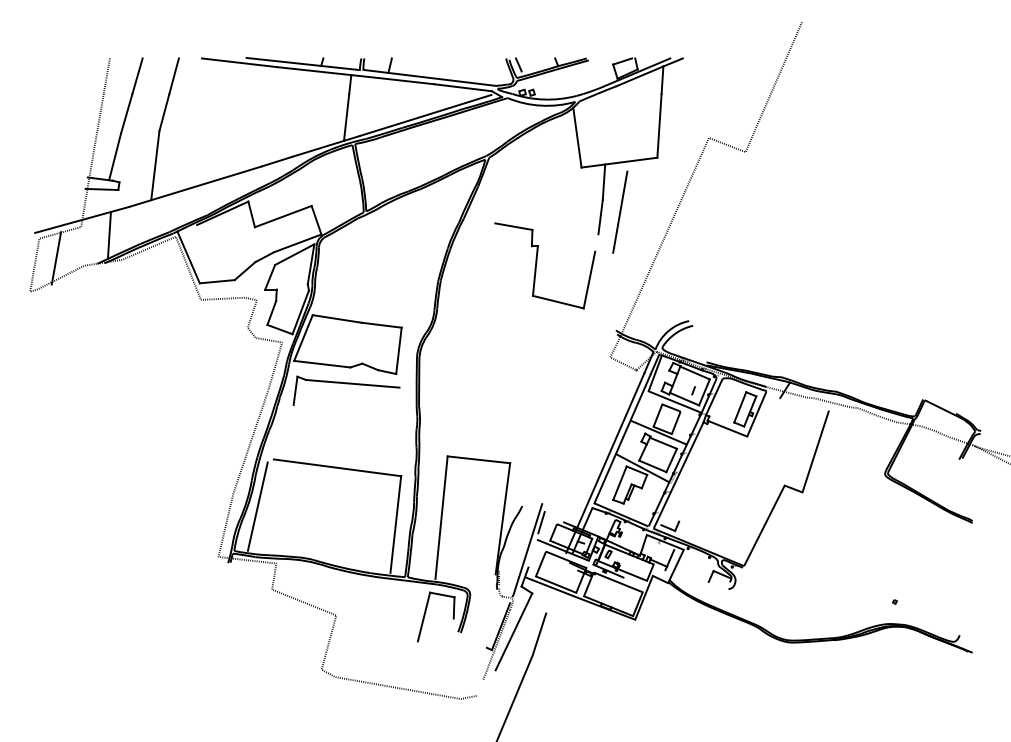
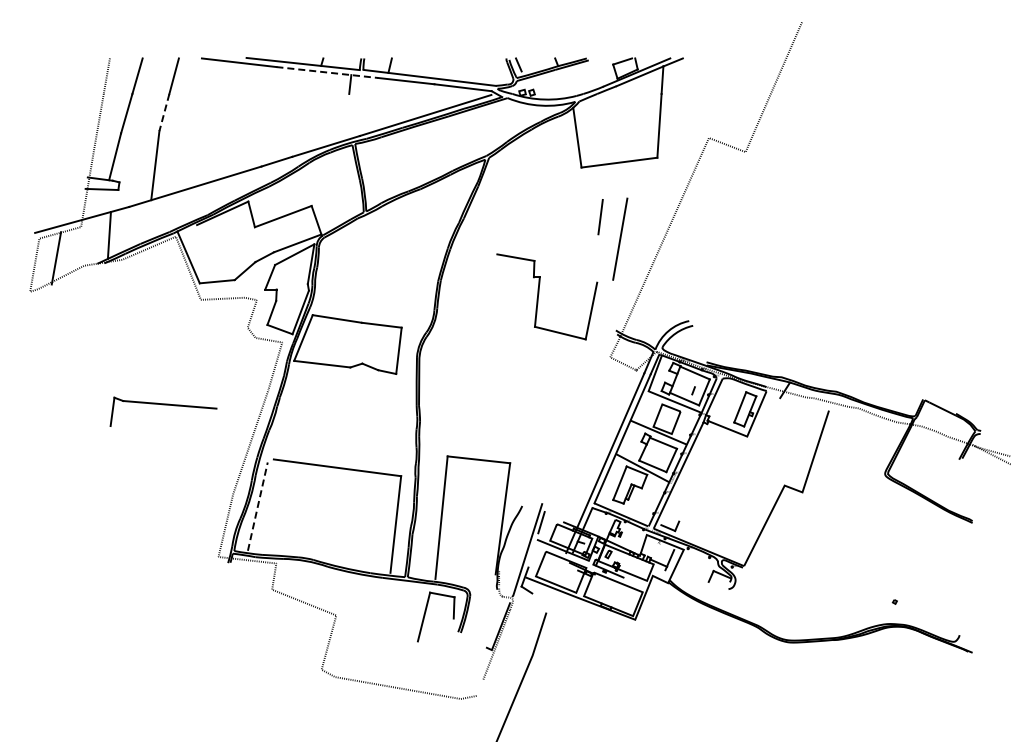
line at (327, 72): solid -> dashed
line at (164, 113): solid -> dashed
line at (346, 116): present -> none
line at (603, 181): present -> none
line at (620, 211) position: (620, 211) -> (620, 238)
part at (537, 263) position: (537, 263) -> (539, 294)
part at (346, 390) position: (346, 390) -> (163, 411)
line at (257, 506): solid -> dashed
line at (513, 631): present -> none
